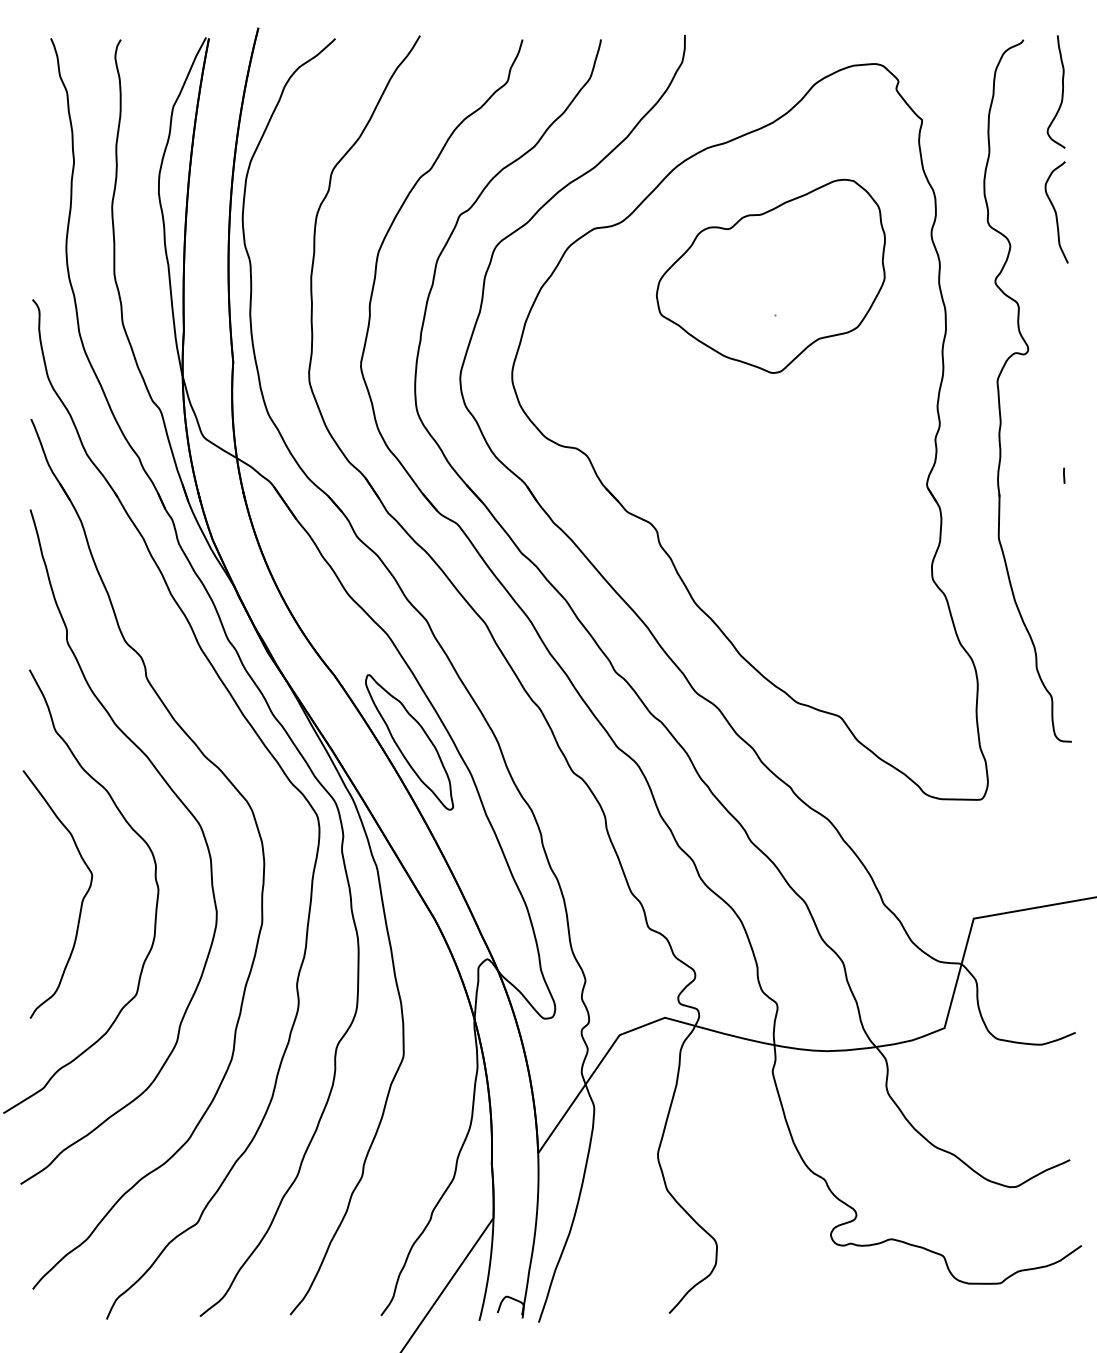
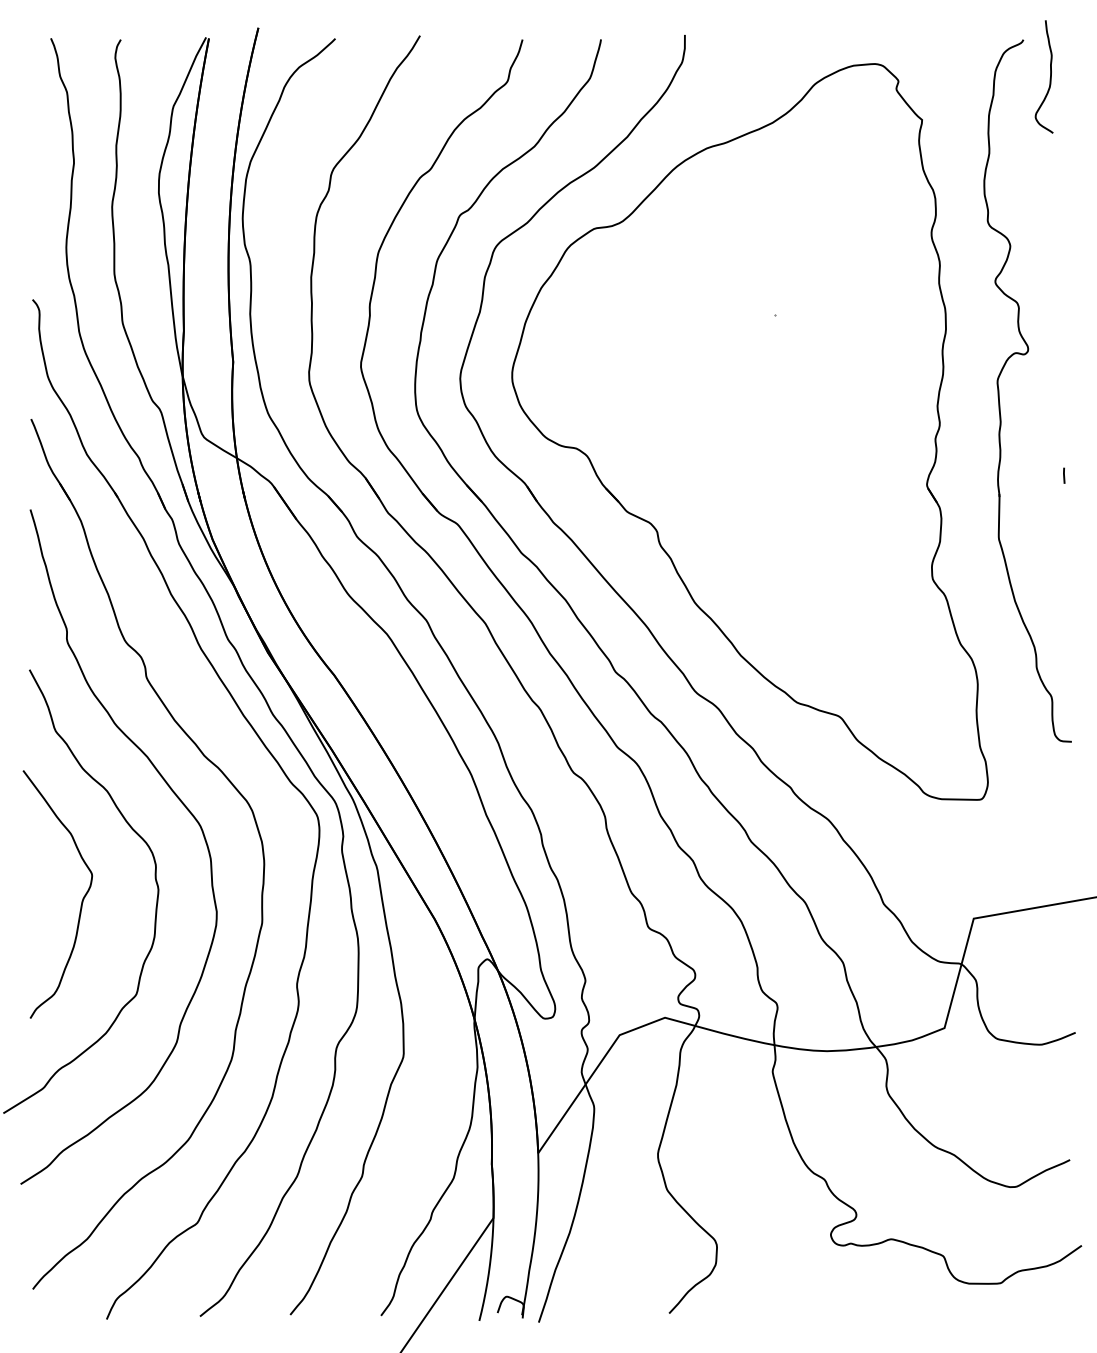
curve at (1061, 93) position: (1061, 93) -> (1049, 78)
curve at (1056, 212): present -> none
part at (770, 275): present -> none
part at (409, 742): present -> none
